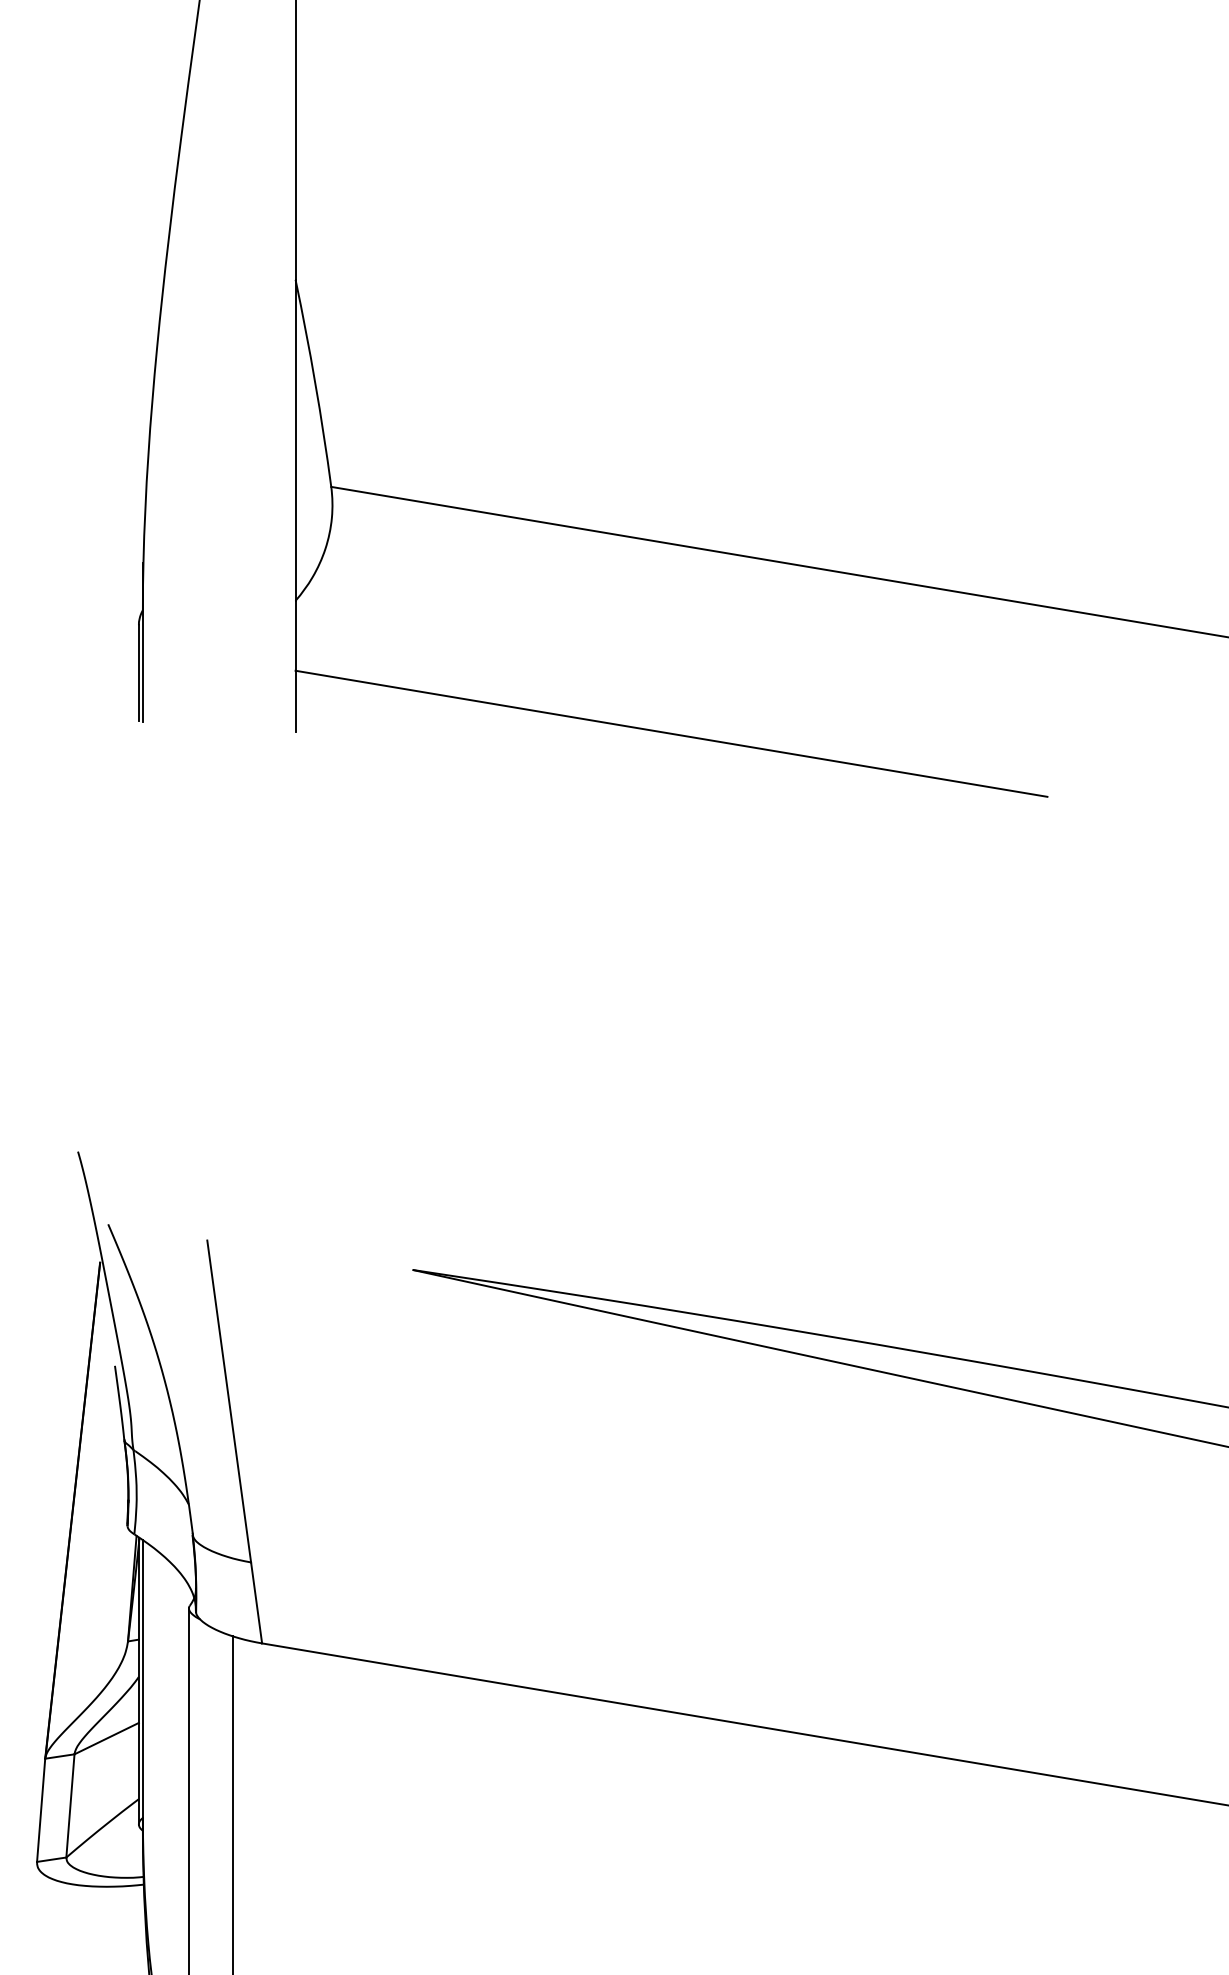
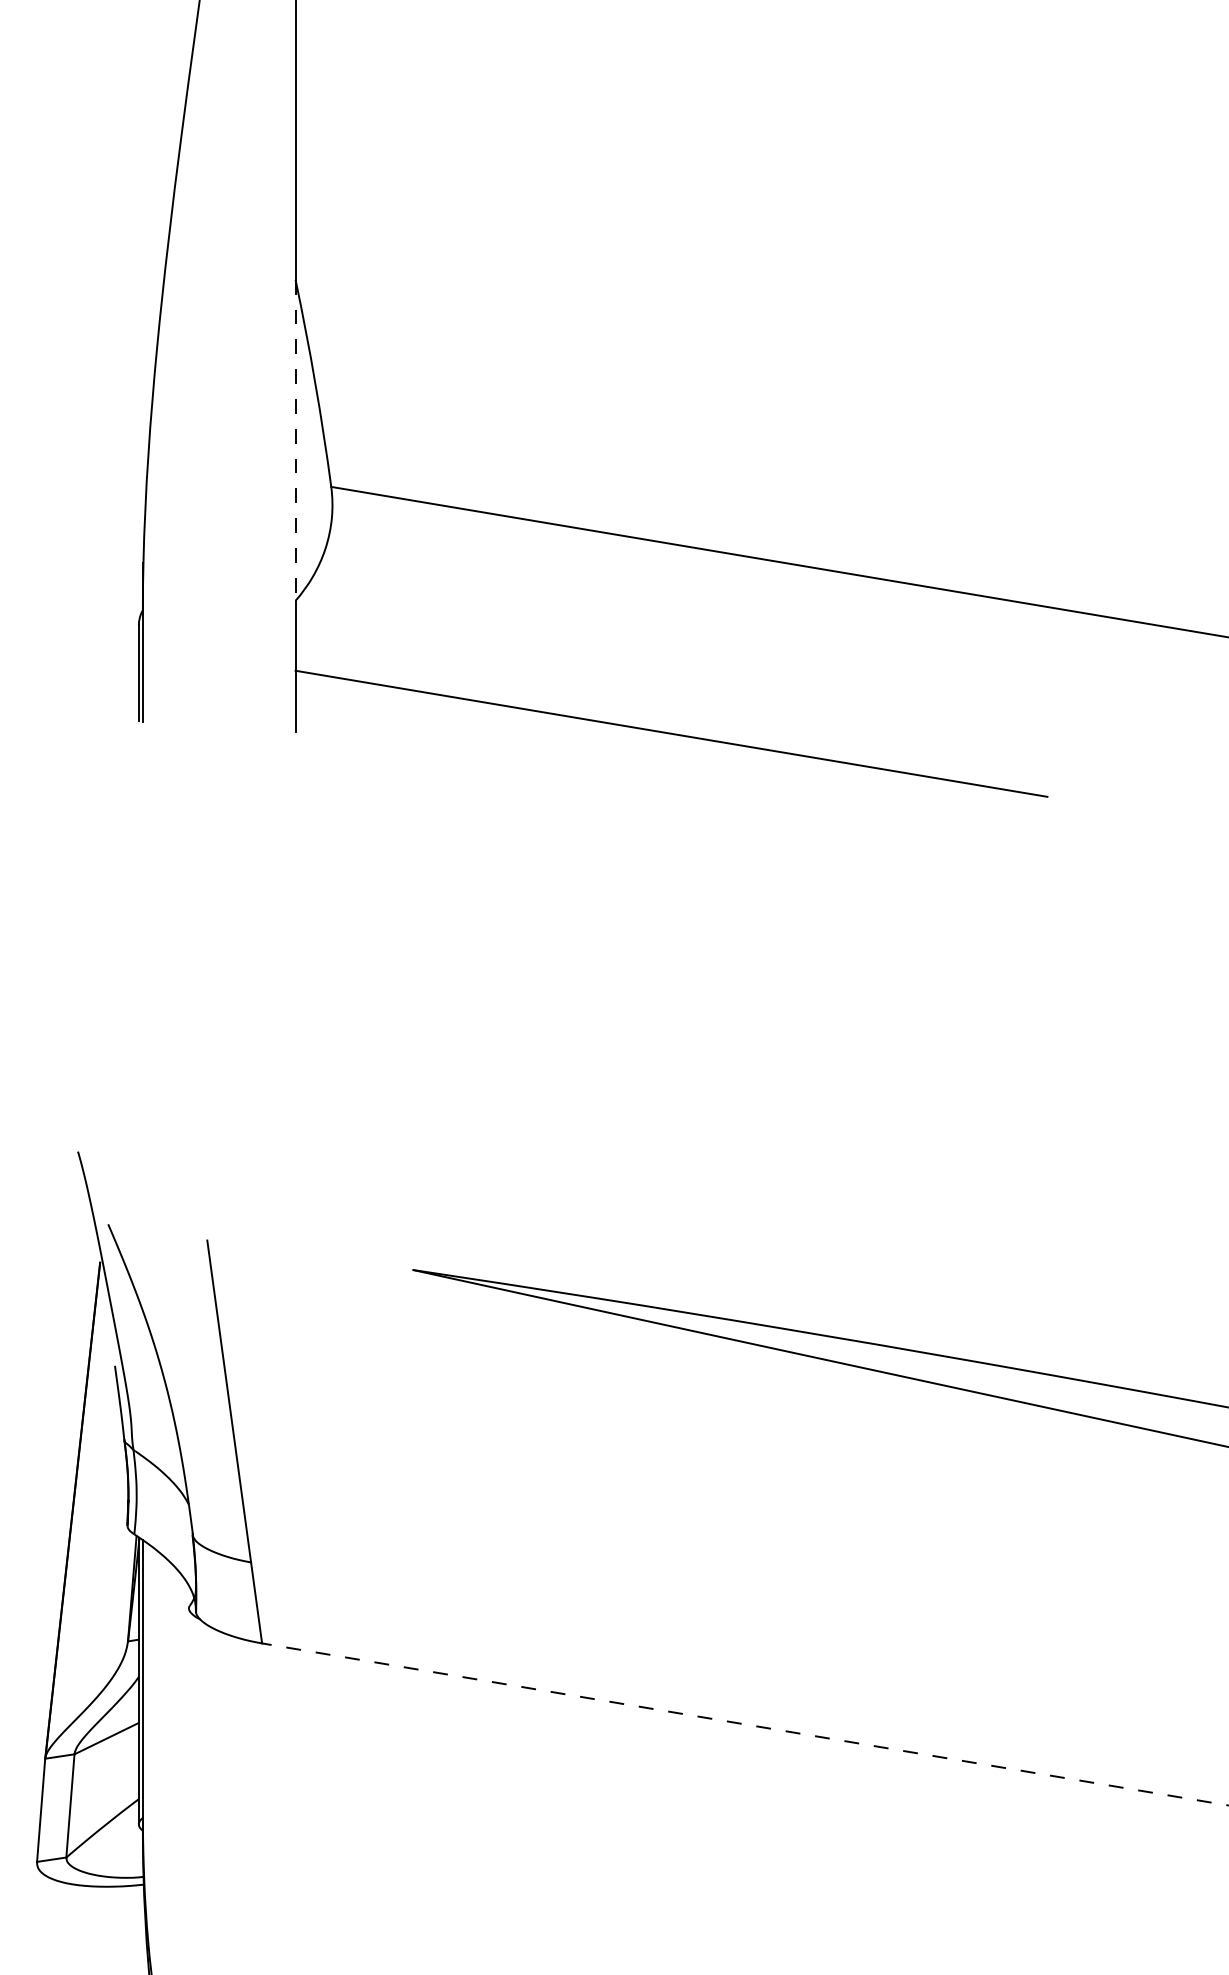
line at (295, 440): solid -> dashed
line at (745, 1724): solid -> dashed
line at (188, 1789): present -> none
line at (233, 1803): present -> none
